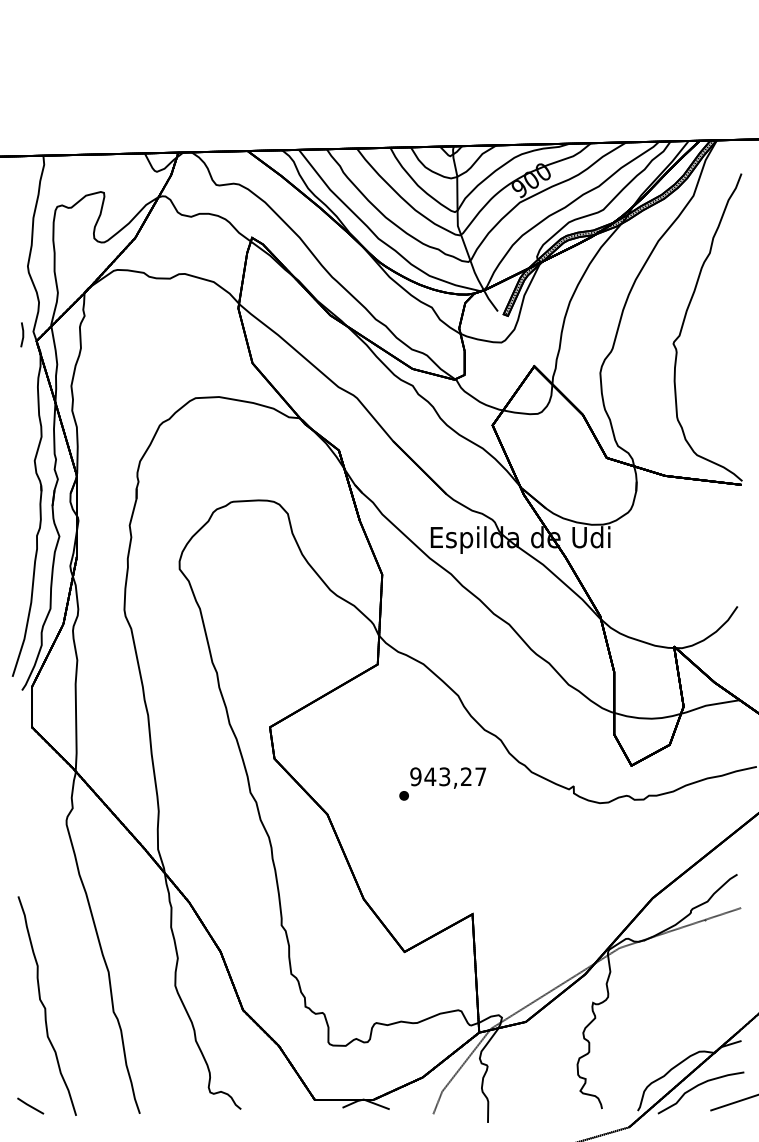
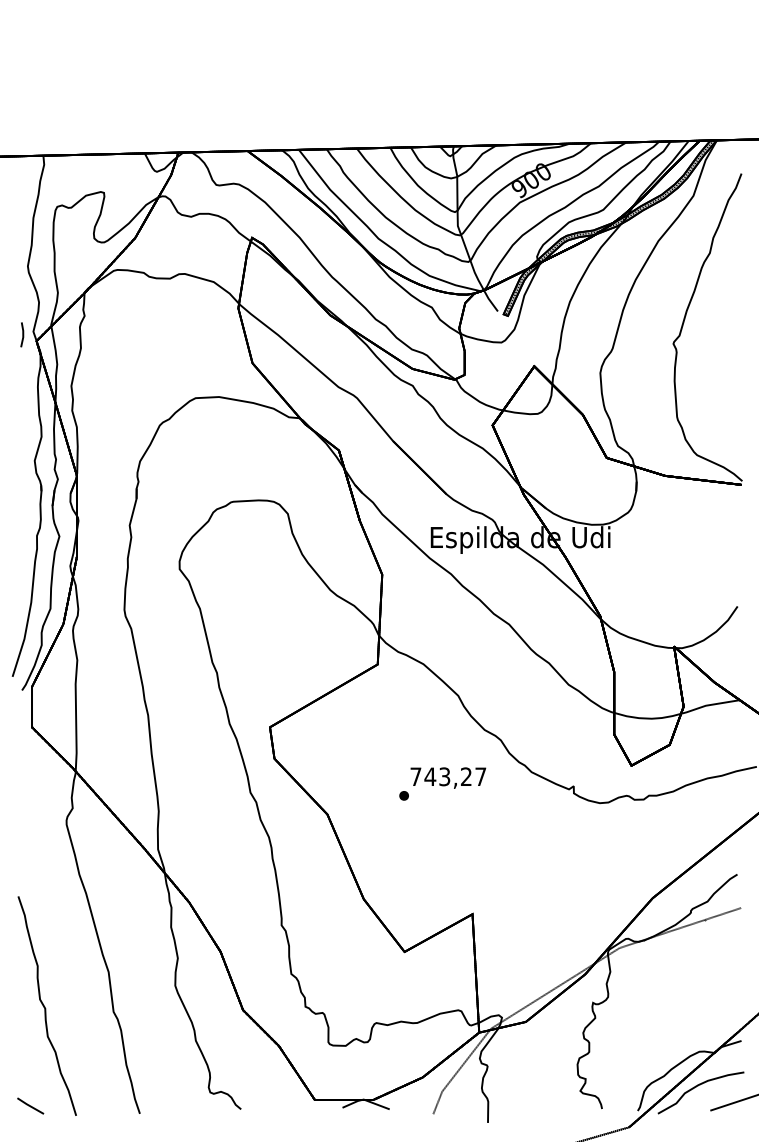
text at (415, 776): 943,27 -> 743,27
